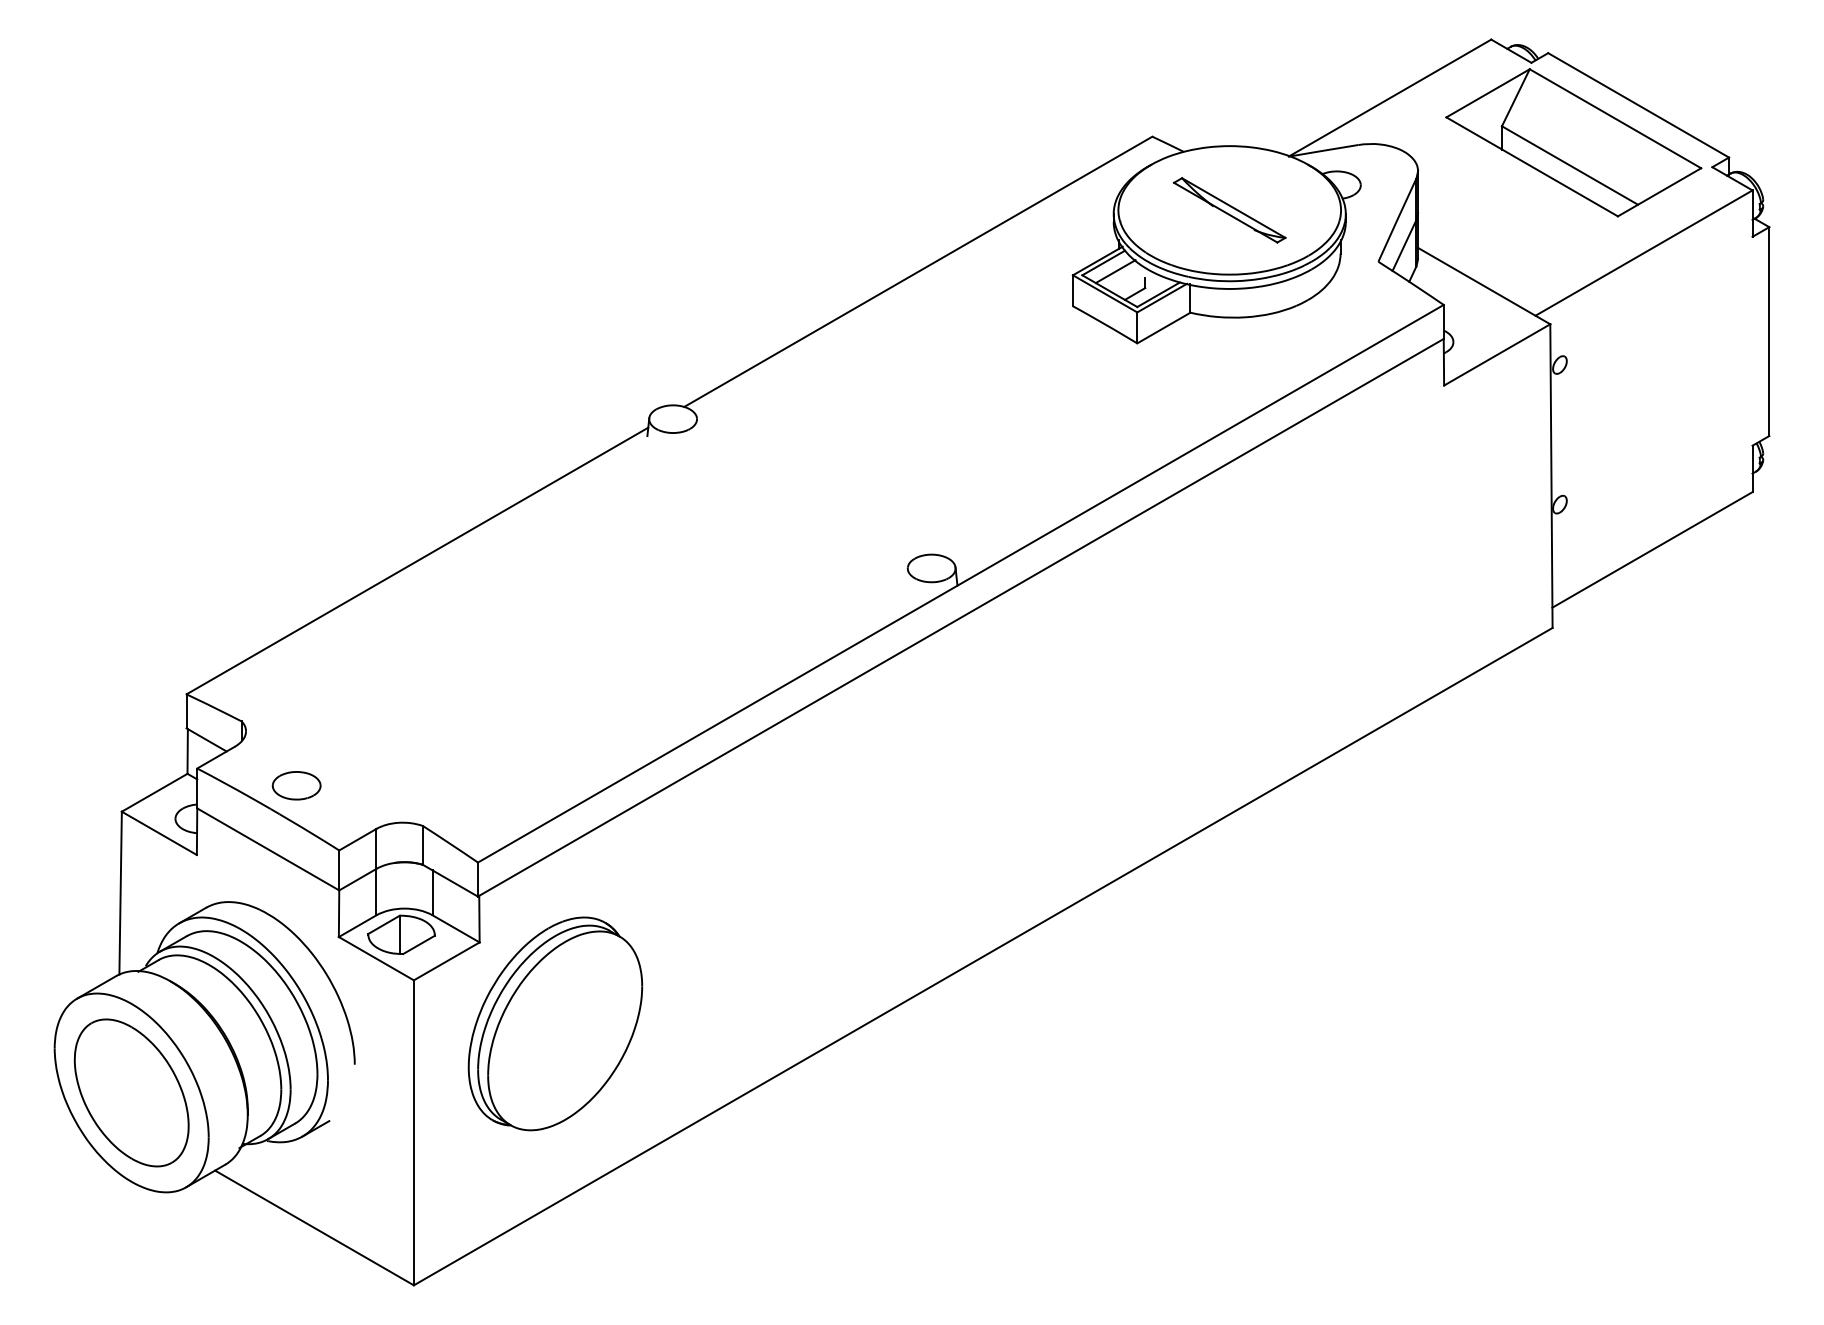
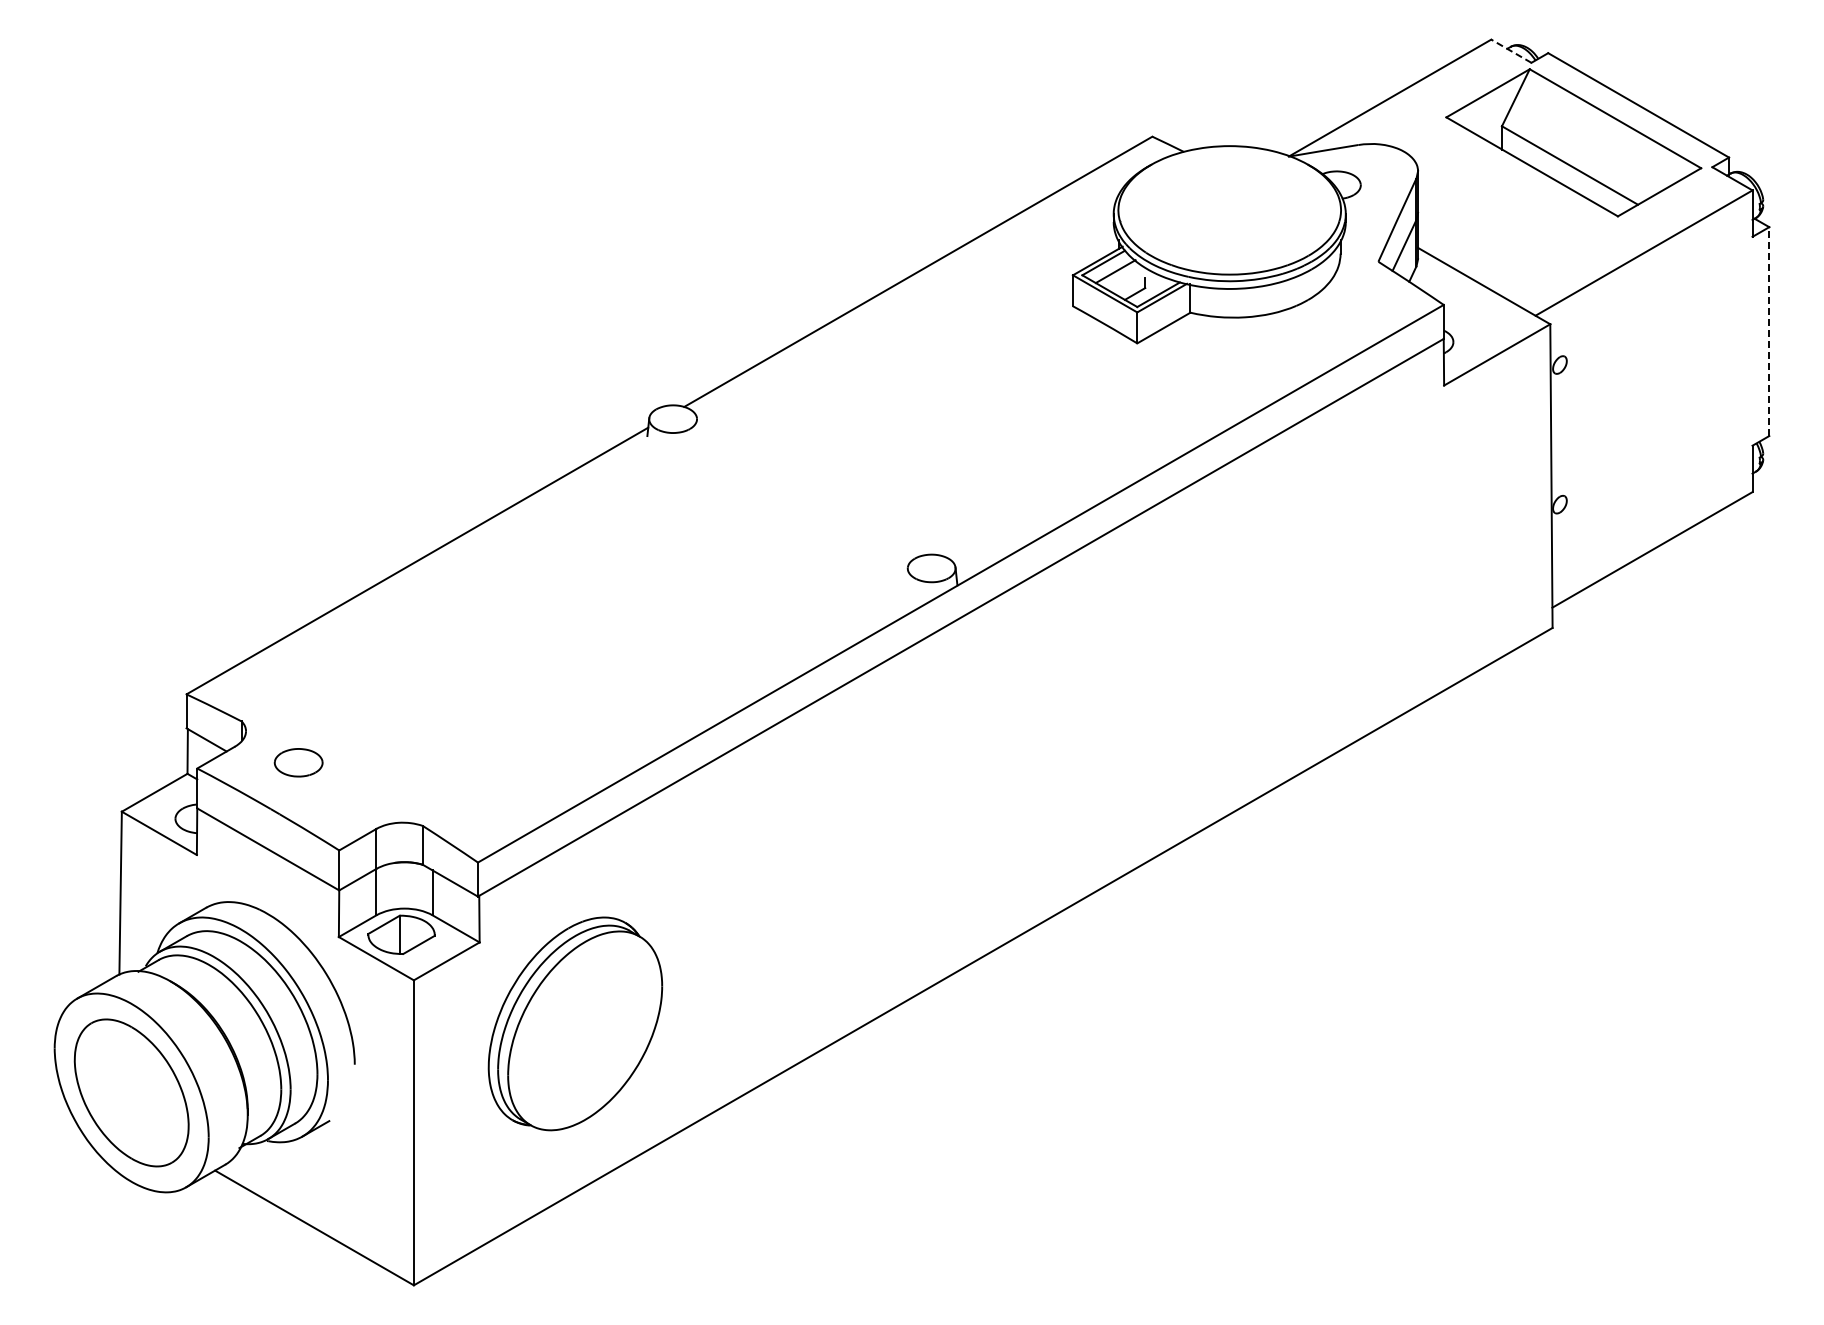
line at (1510, 50): solid -> dashed
part at (1229, 210): present -> none
line at (1769, 331): solid -> dashed
part at (296, 785) position: (296, 785) -> (298, 762)
part at (555, 1023) position: (555, 1023) -> (575, 1023)
